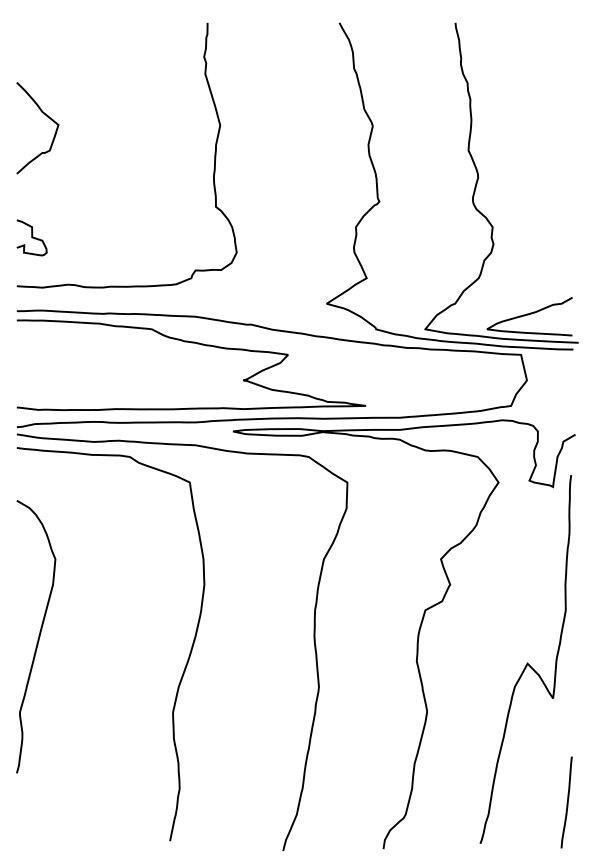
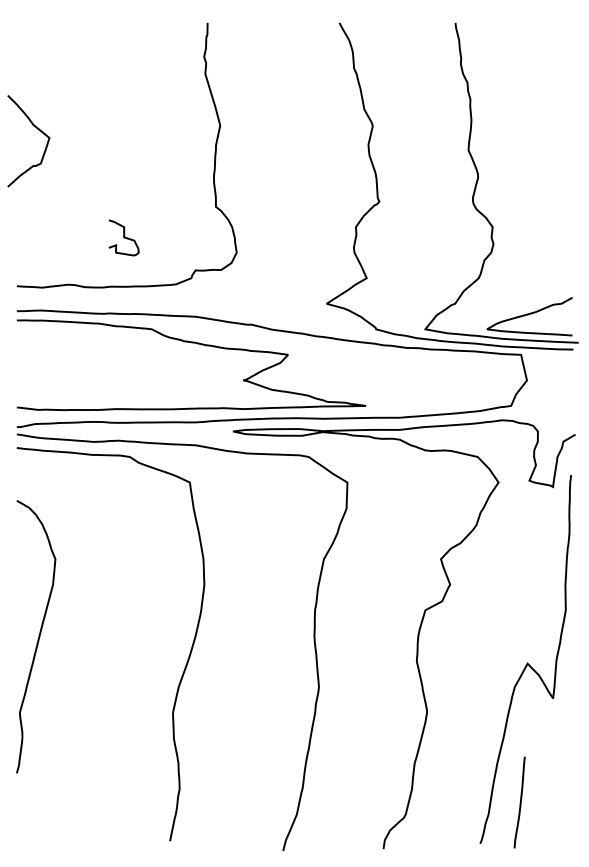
curve at (47, 117) position: (47, 117) -> (38, 130)
curve at (31, 237) position: (31, 237) -> (123, 237)
curve at (566, 802) position: (566, 802) -> (519, 802)
